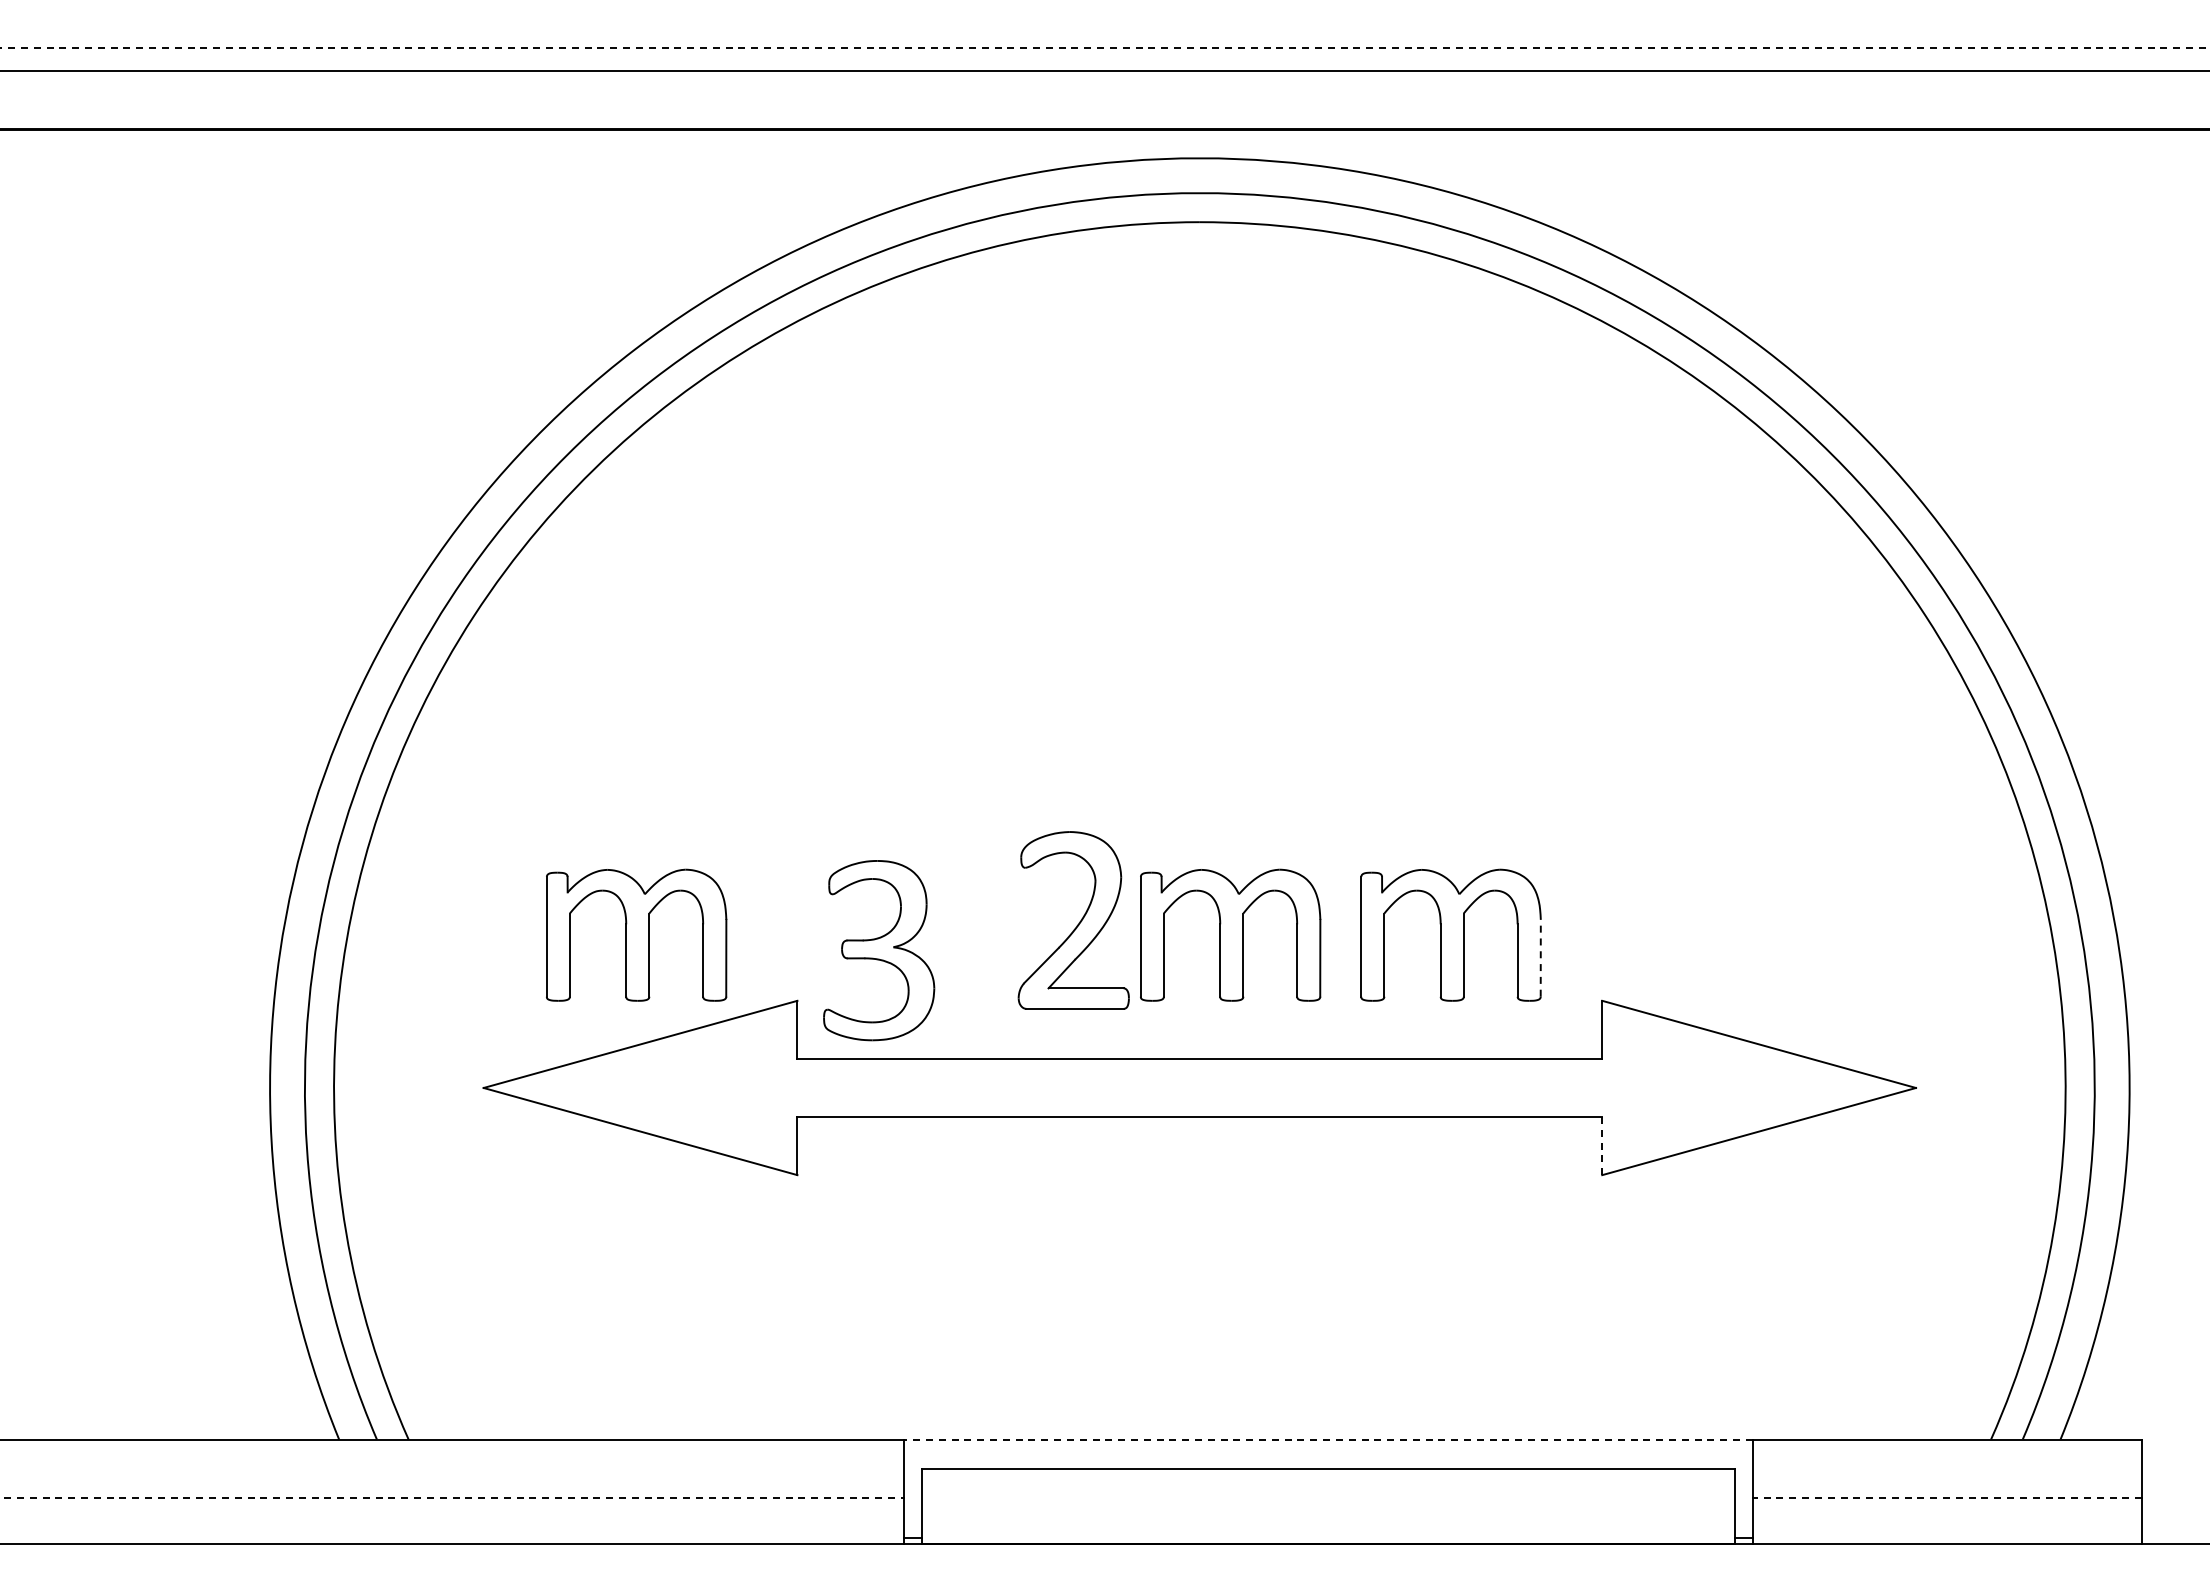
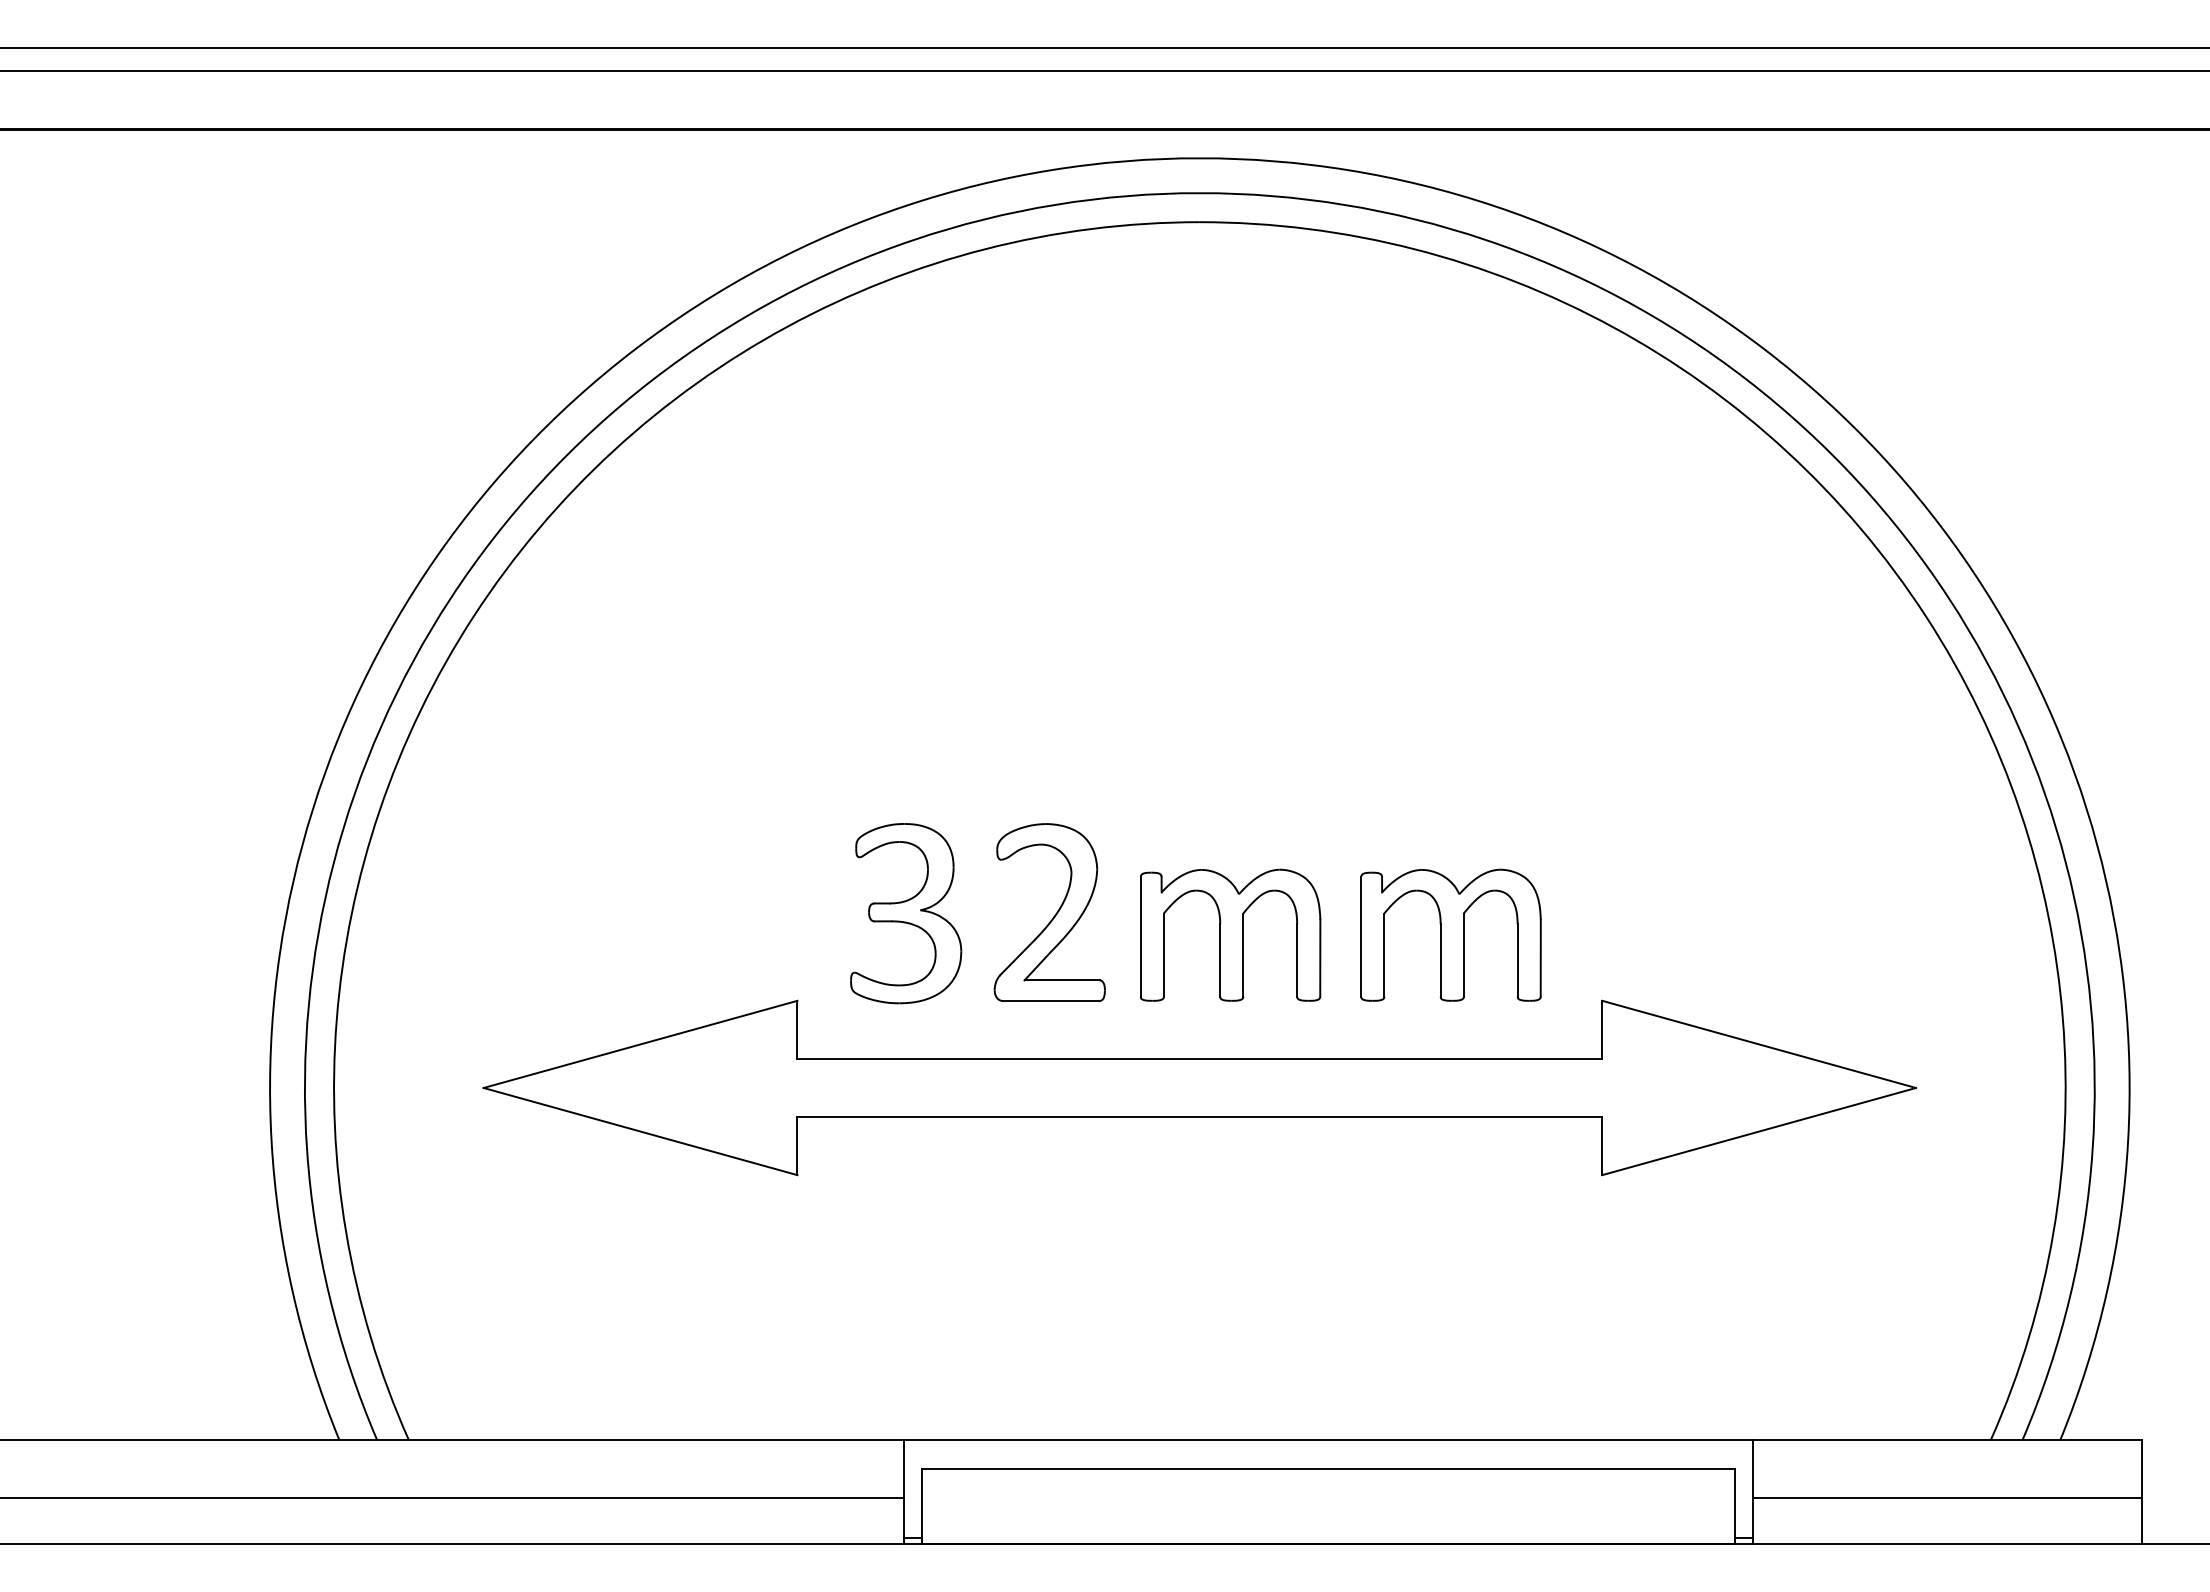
line at (1104, 47): dashed -> solid
part at (1073, 920) position: (1073, 920) -> (1049, 912)
part at (636, 934): present -> none
part at (879, 950) position: (879, 950) -> (906, 913)
line at (1540, 957): dashed -> solid
line at (1602, 1146): dashed -> solid
line at (1328, 1439): dashed -> solid
line at (452, 1497): dashed -> solid
line at (1947, 1497): dashed -> solid
